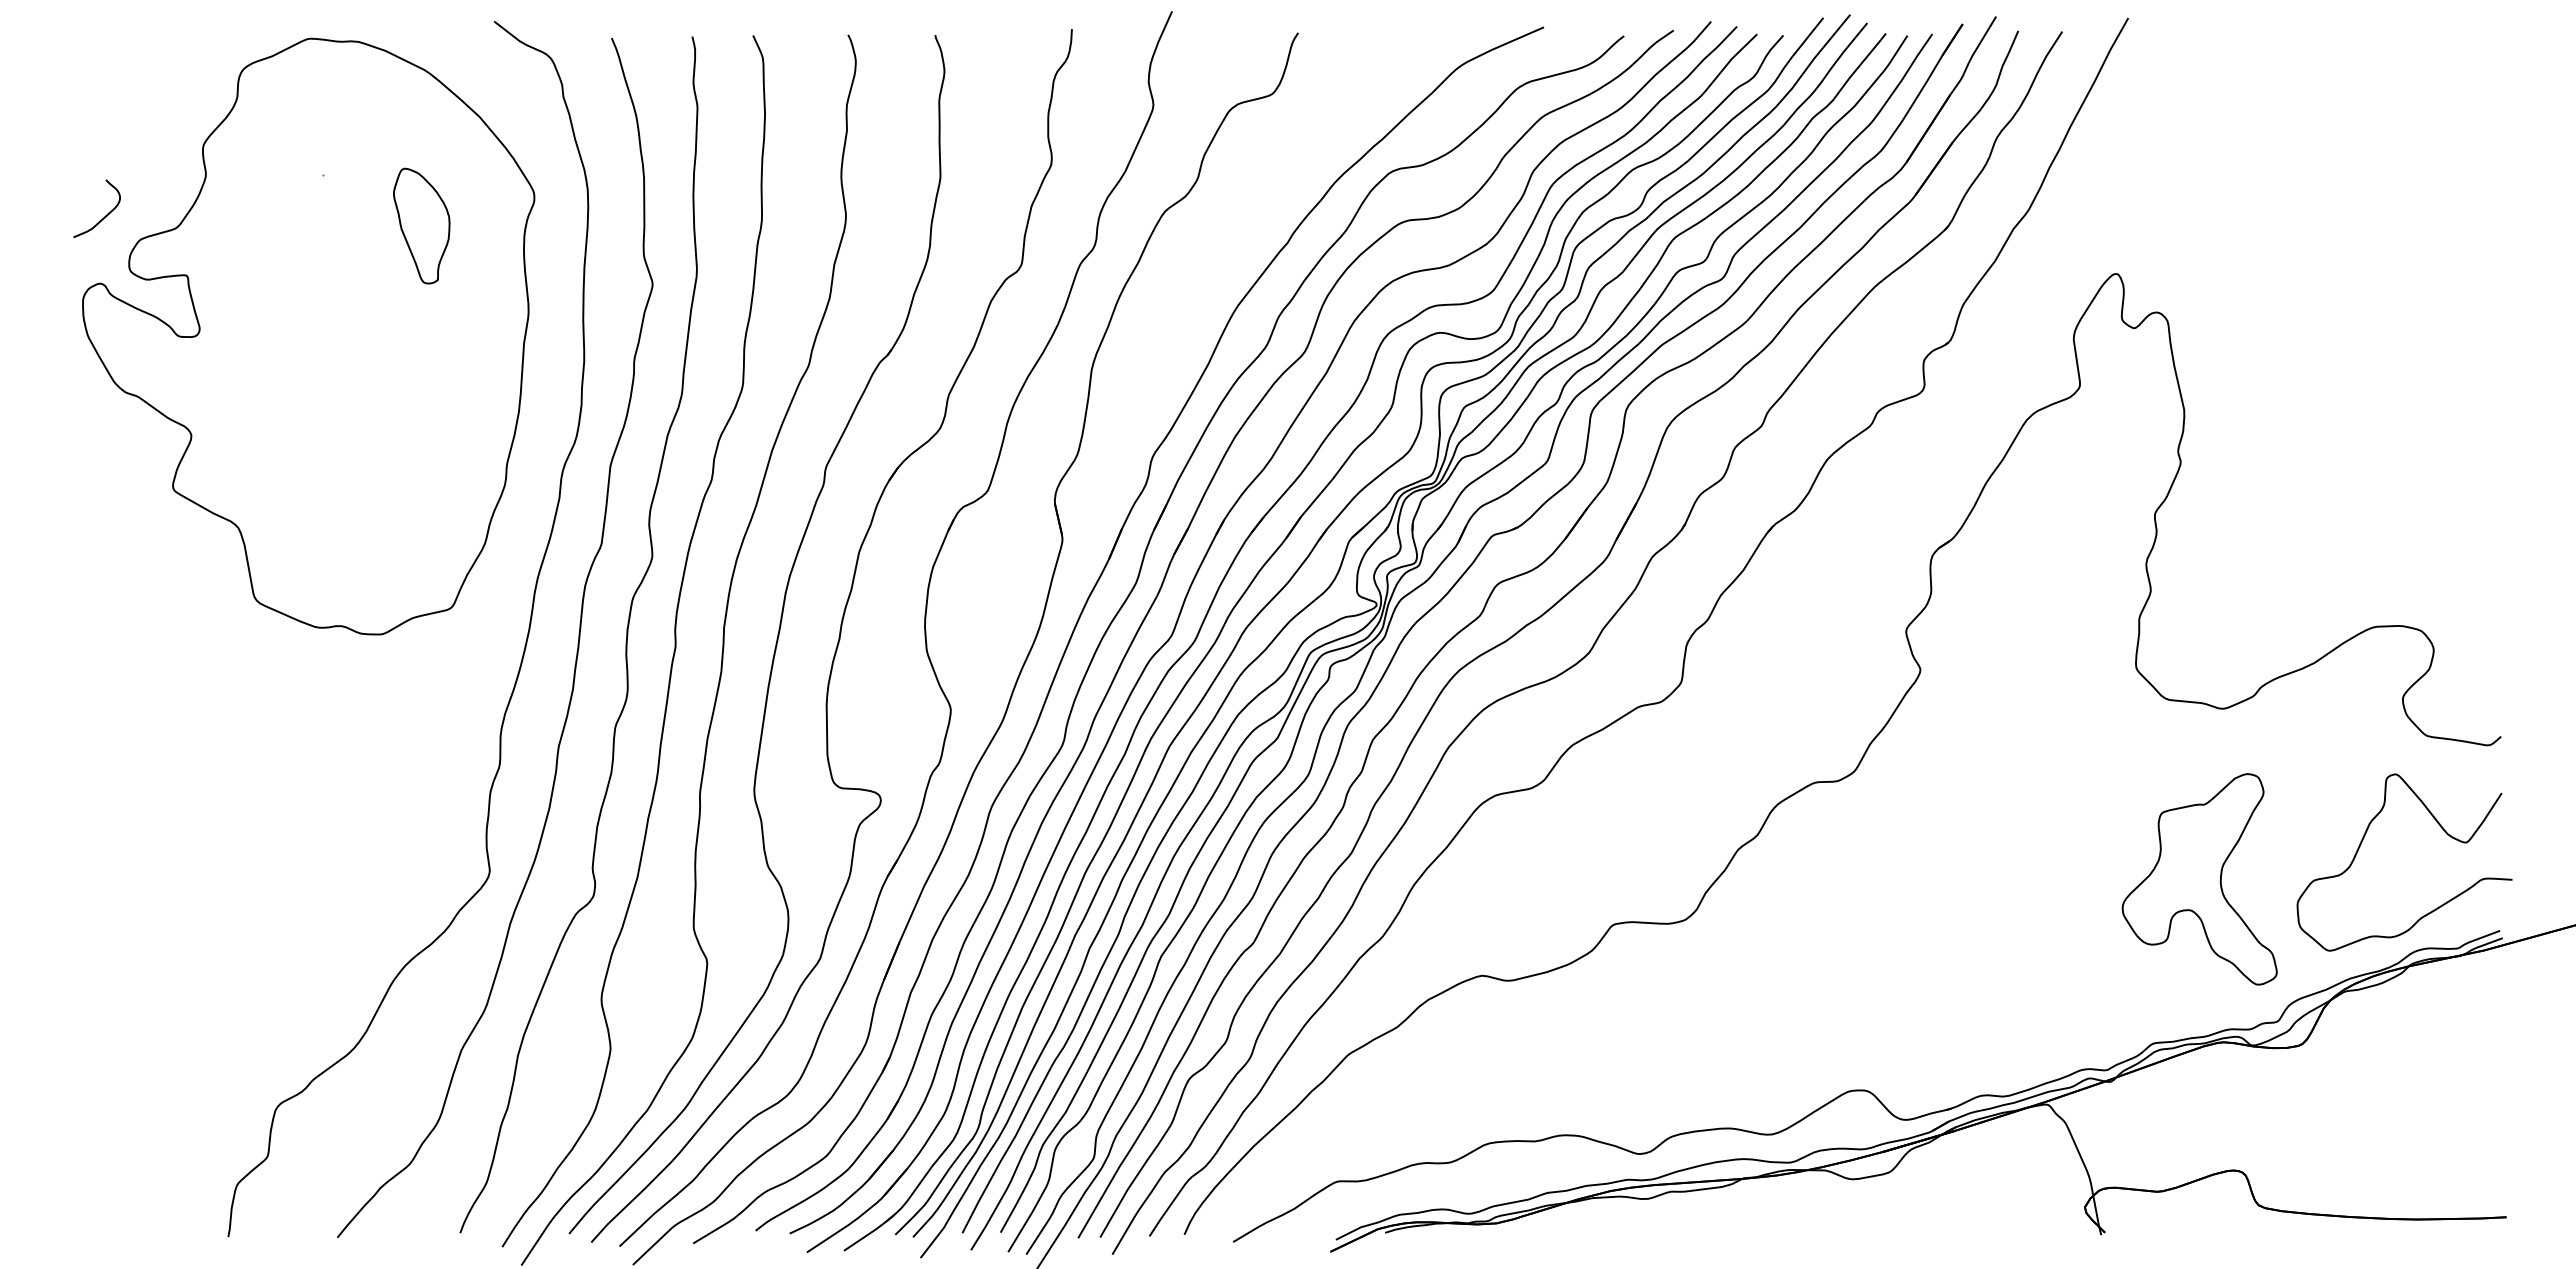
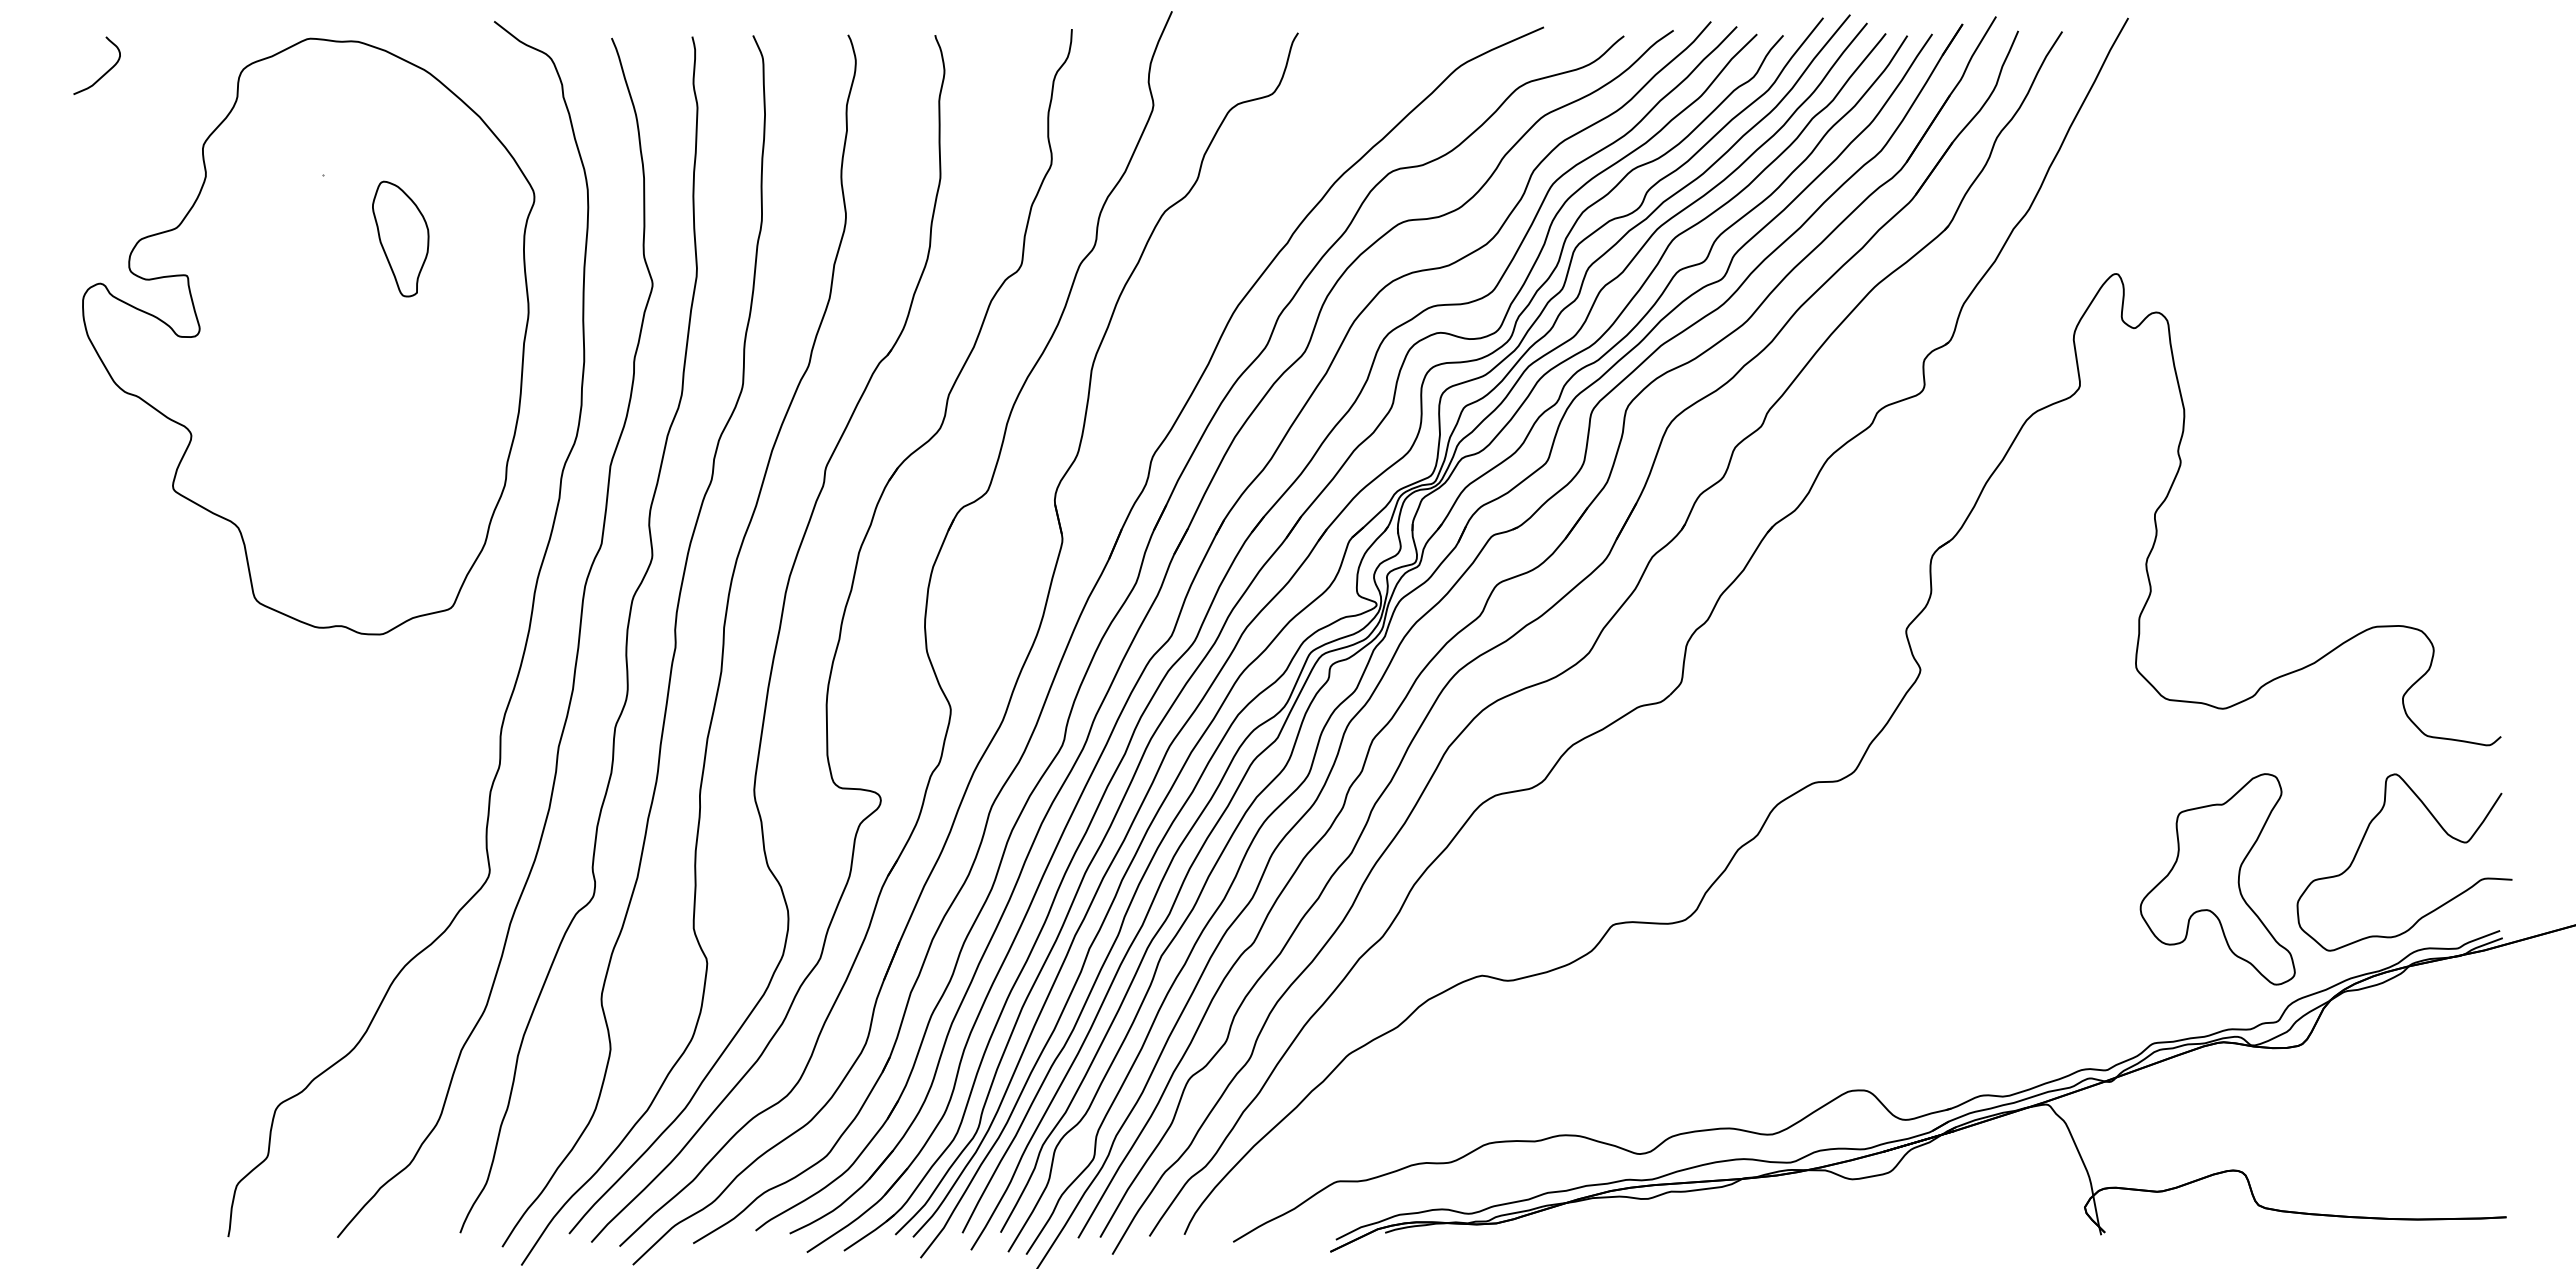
curve at (104, 216) position: (104, 216) -> (104, 73)
part at (421, 225) position: (421, 225) -> (400, 238)
part at (2199, 879) position: (2199, 879) -> (2217, 879)
